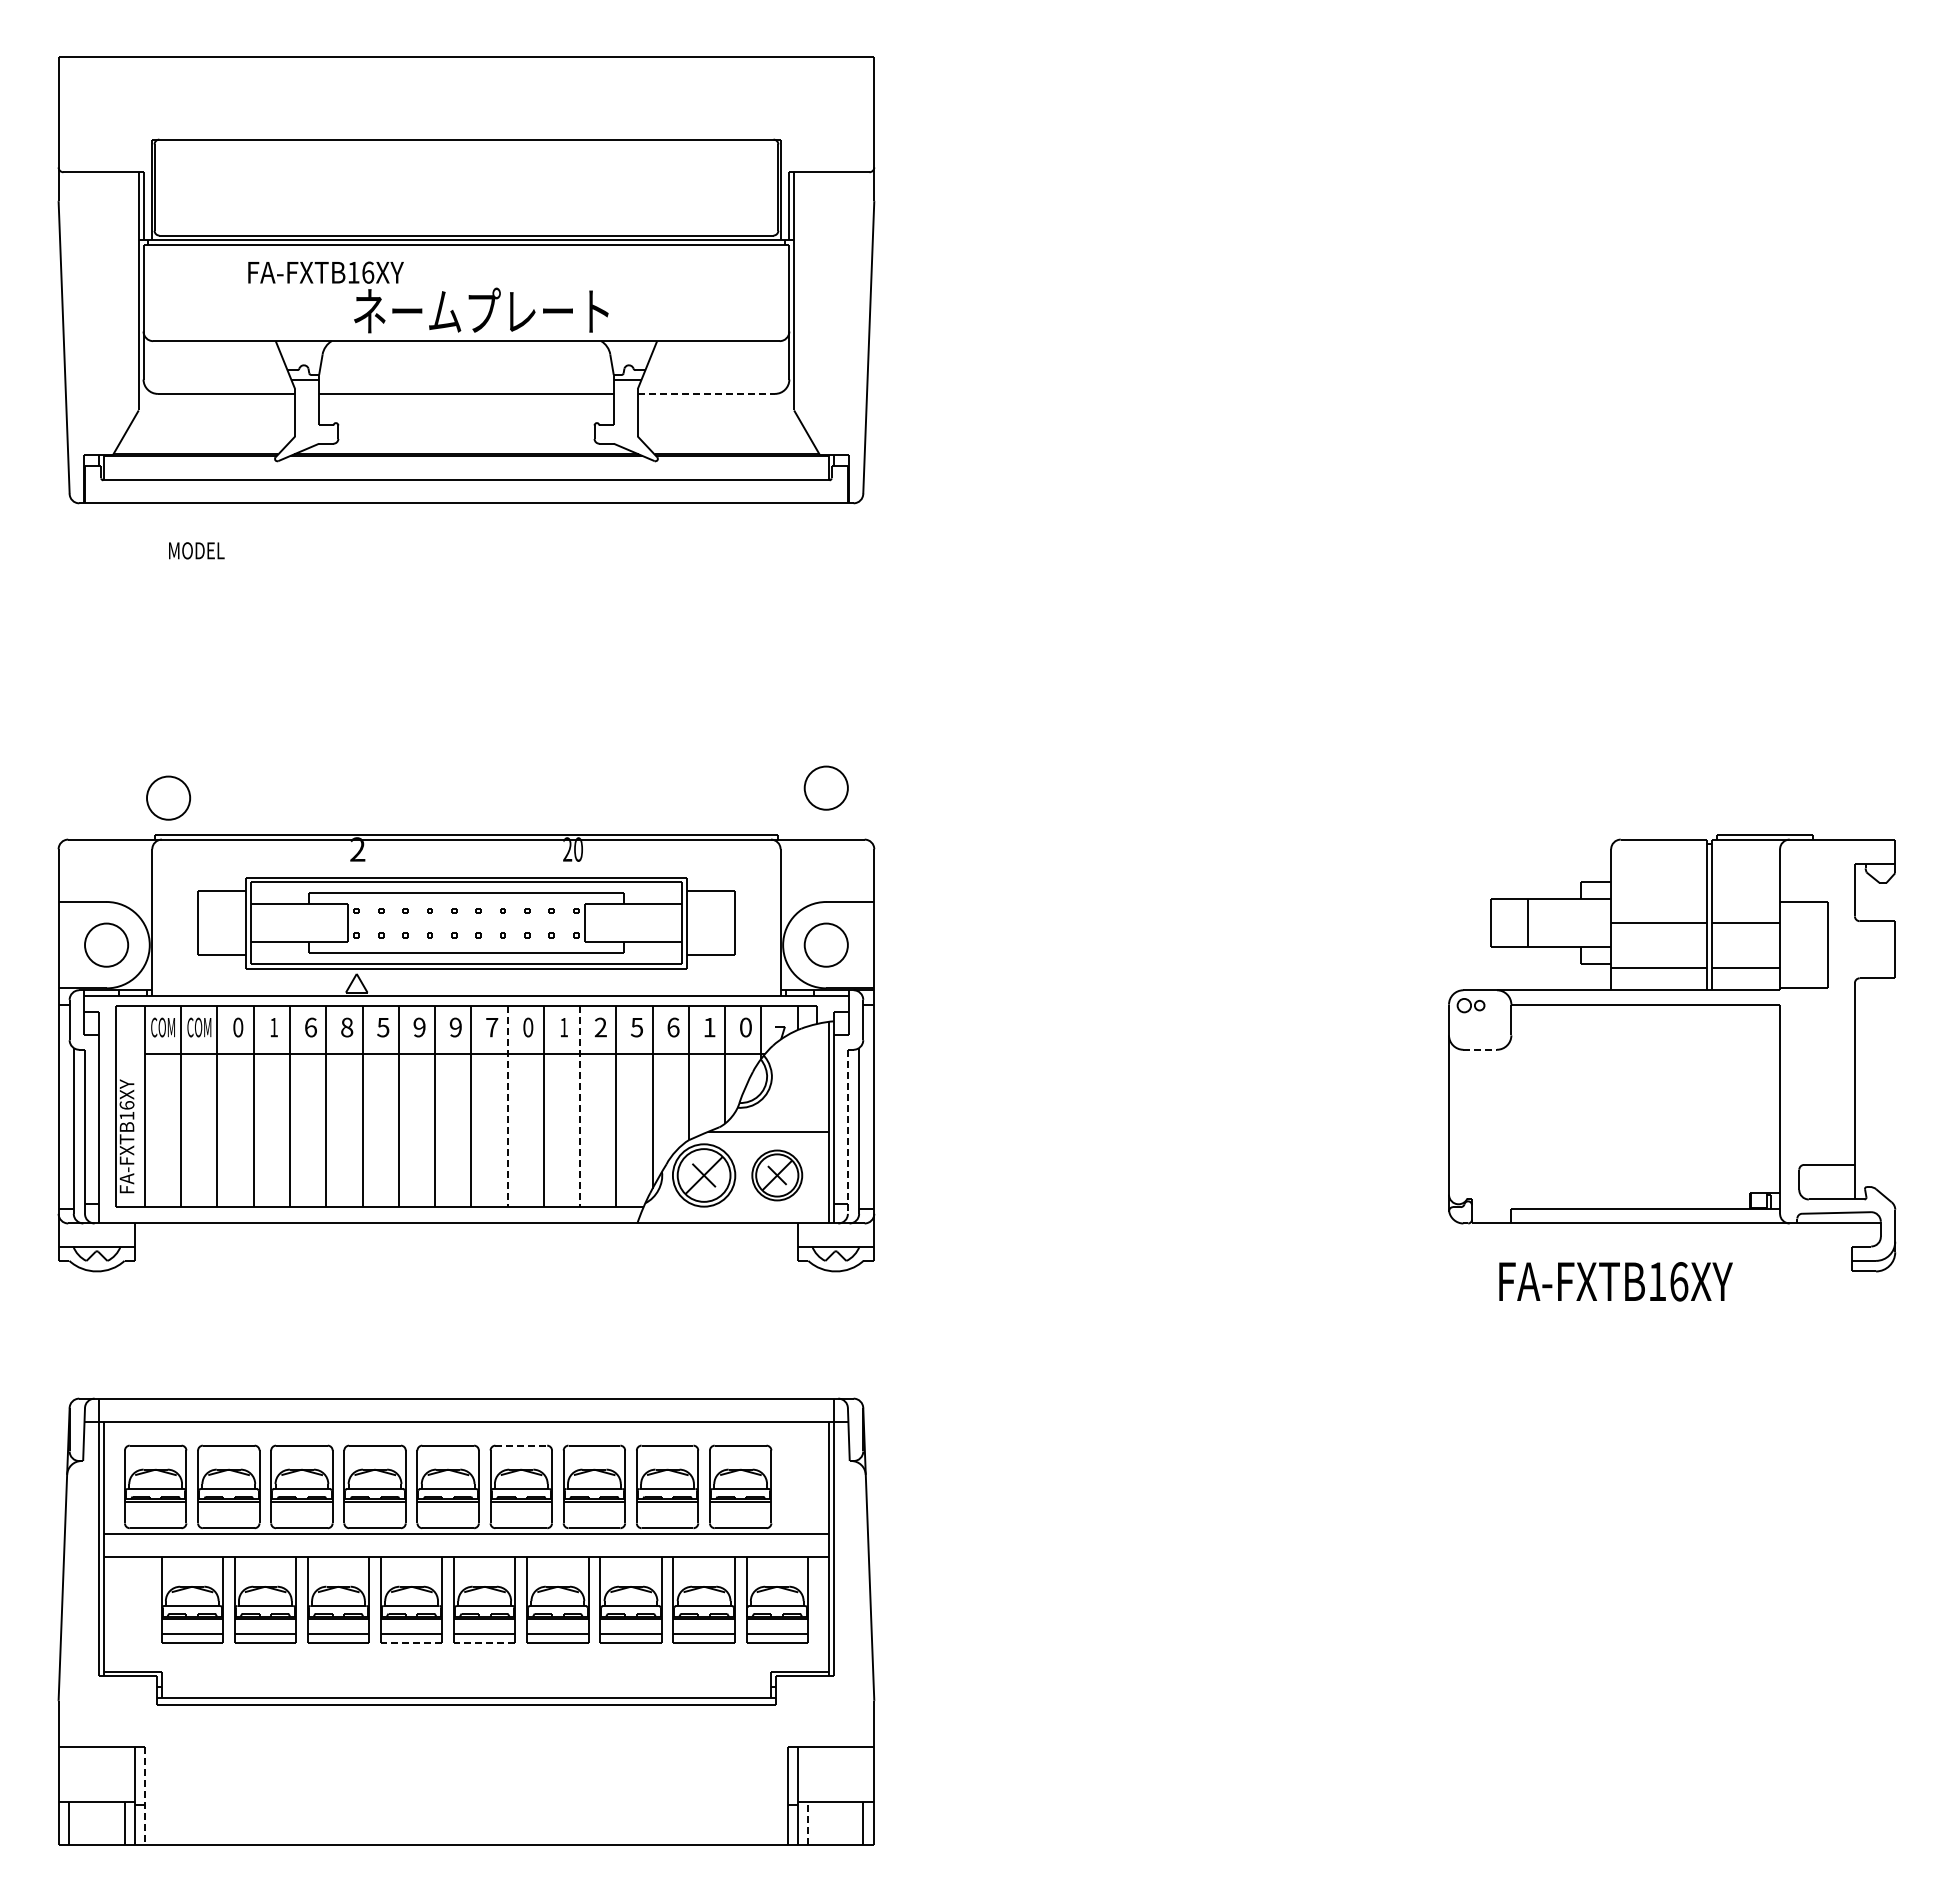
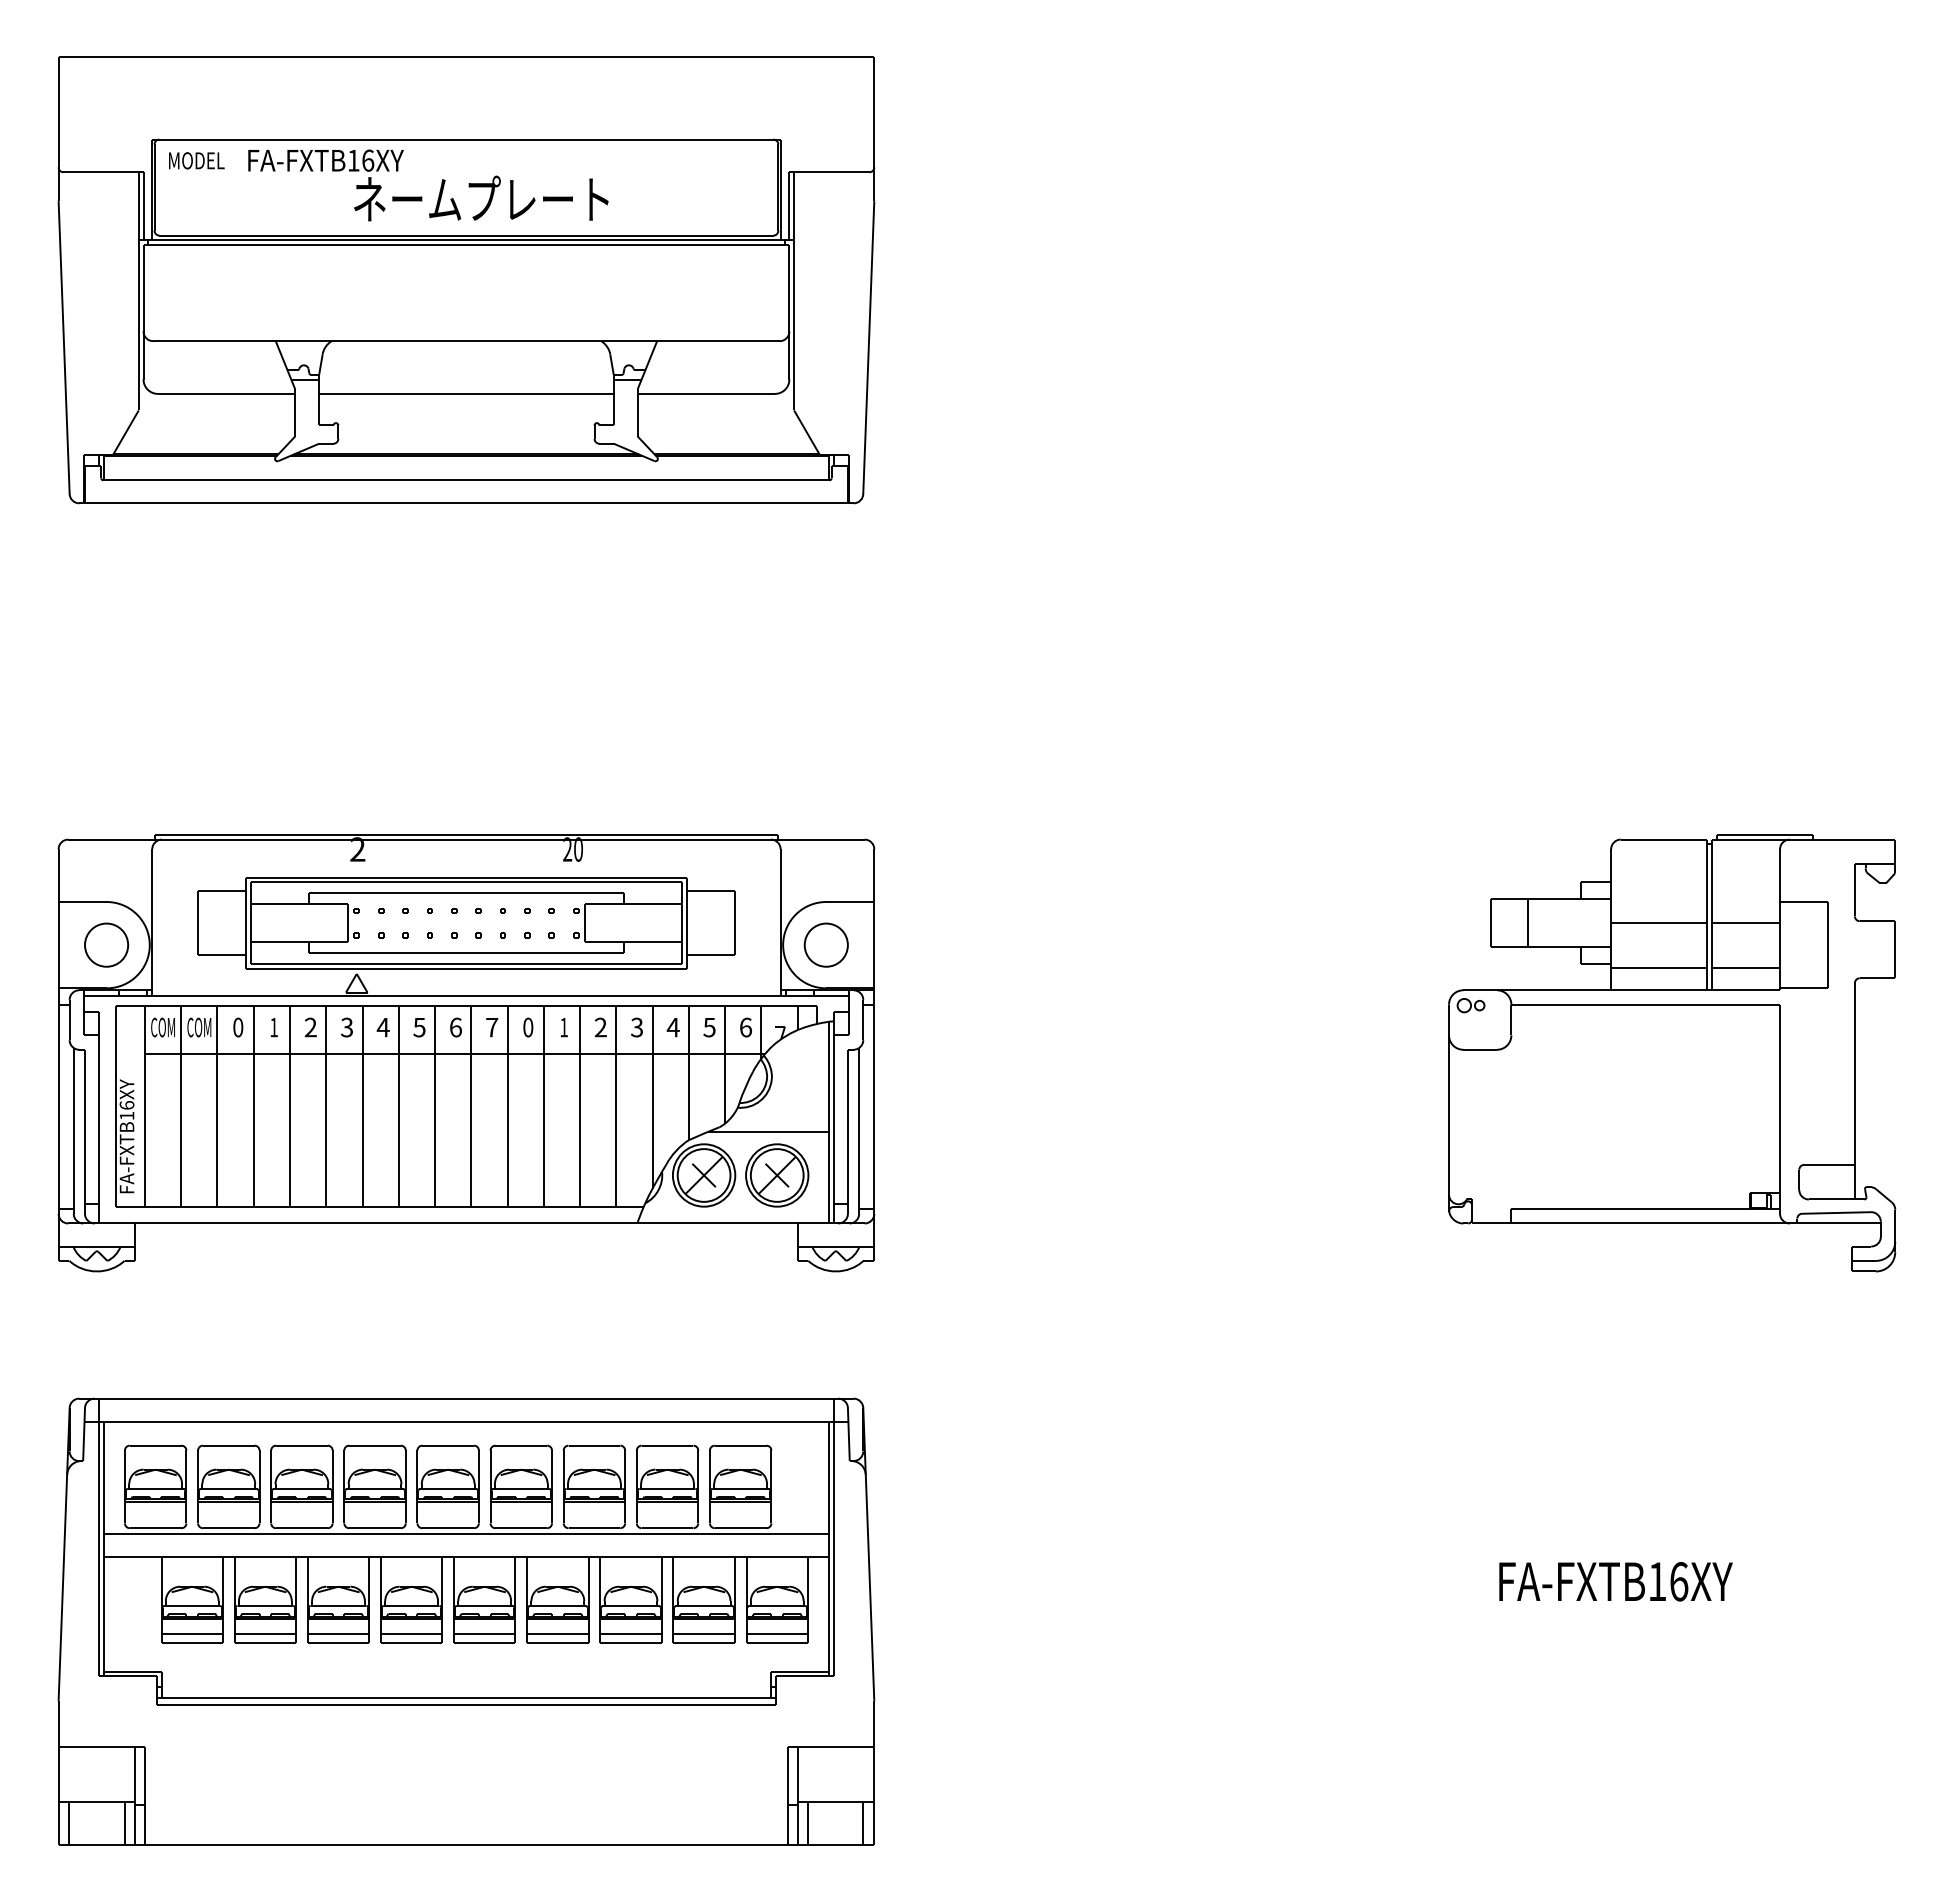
text at (428, 297) position: (428, 297) -> (428, 185)
line at (706, 393): dashed -> solid
text at (196, 550) position: (196, 550) -> (196, 160)
part at (825, 787): present -> none
part at (168, 797): present -> none
text at (636, 1026): 5 -> 3
text at (310, 1027): 6 -> 2
text at (347, 1027): 8 -> 3
text at (382, 1027): 5 -> 4
text at (419, 1027): 9 -> 5
text at (455, 1027): 9 -> 6
text at (672, 1027): 6 -> 4
text at (709, 1027): 1 -> 5
text at (746, 1027): 0 -> 6
line at (1480, 1049): dashed -> solid
line at (507, 1106): dashed -> solid
line at (580, 1106): dashed -> solid
line at (847, 1132): dashed -> solid
part at (777, 1175) size: 53x53 px -> 65x65 px
text at (1615, 1281) position: (1615, 1281) -> (1615, 1581)
line at (521, 1445): dashed -> solid
line at (411, 1643): dashed -> solid
line at (484, 1643): dashed -> solid
line at (144, 1795): dashed -> solid
line at (808, 1823): dashed -> solid
